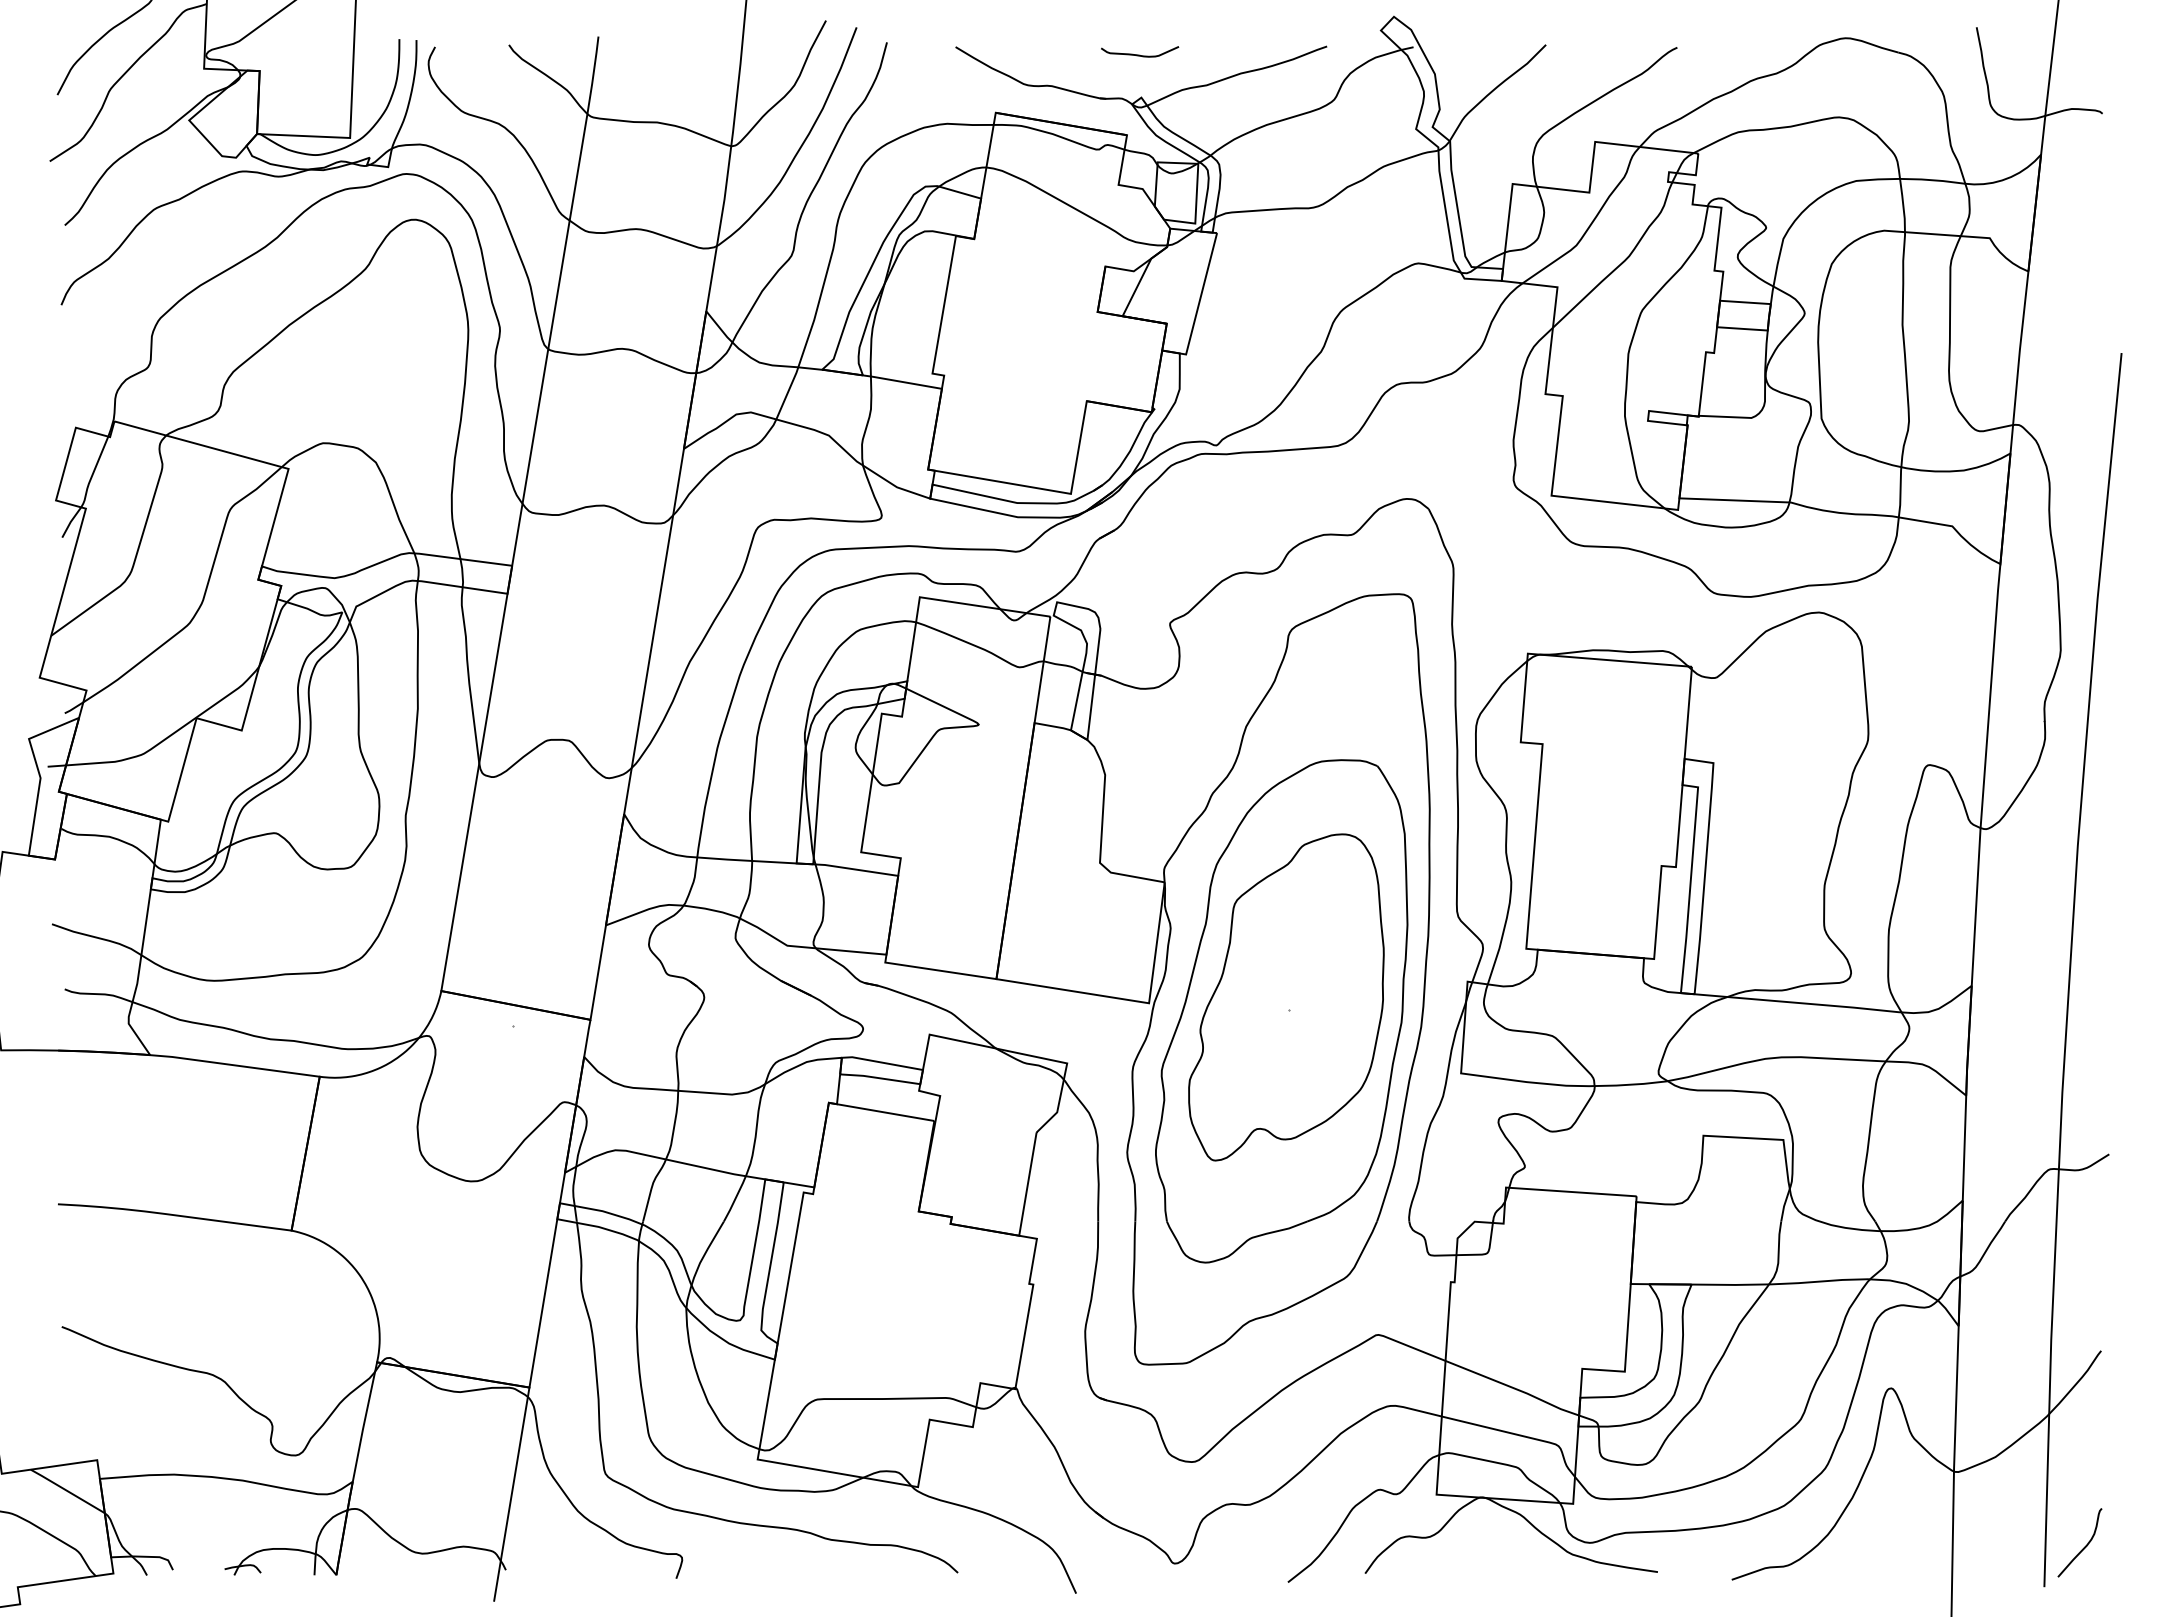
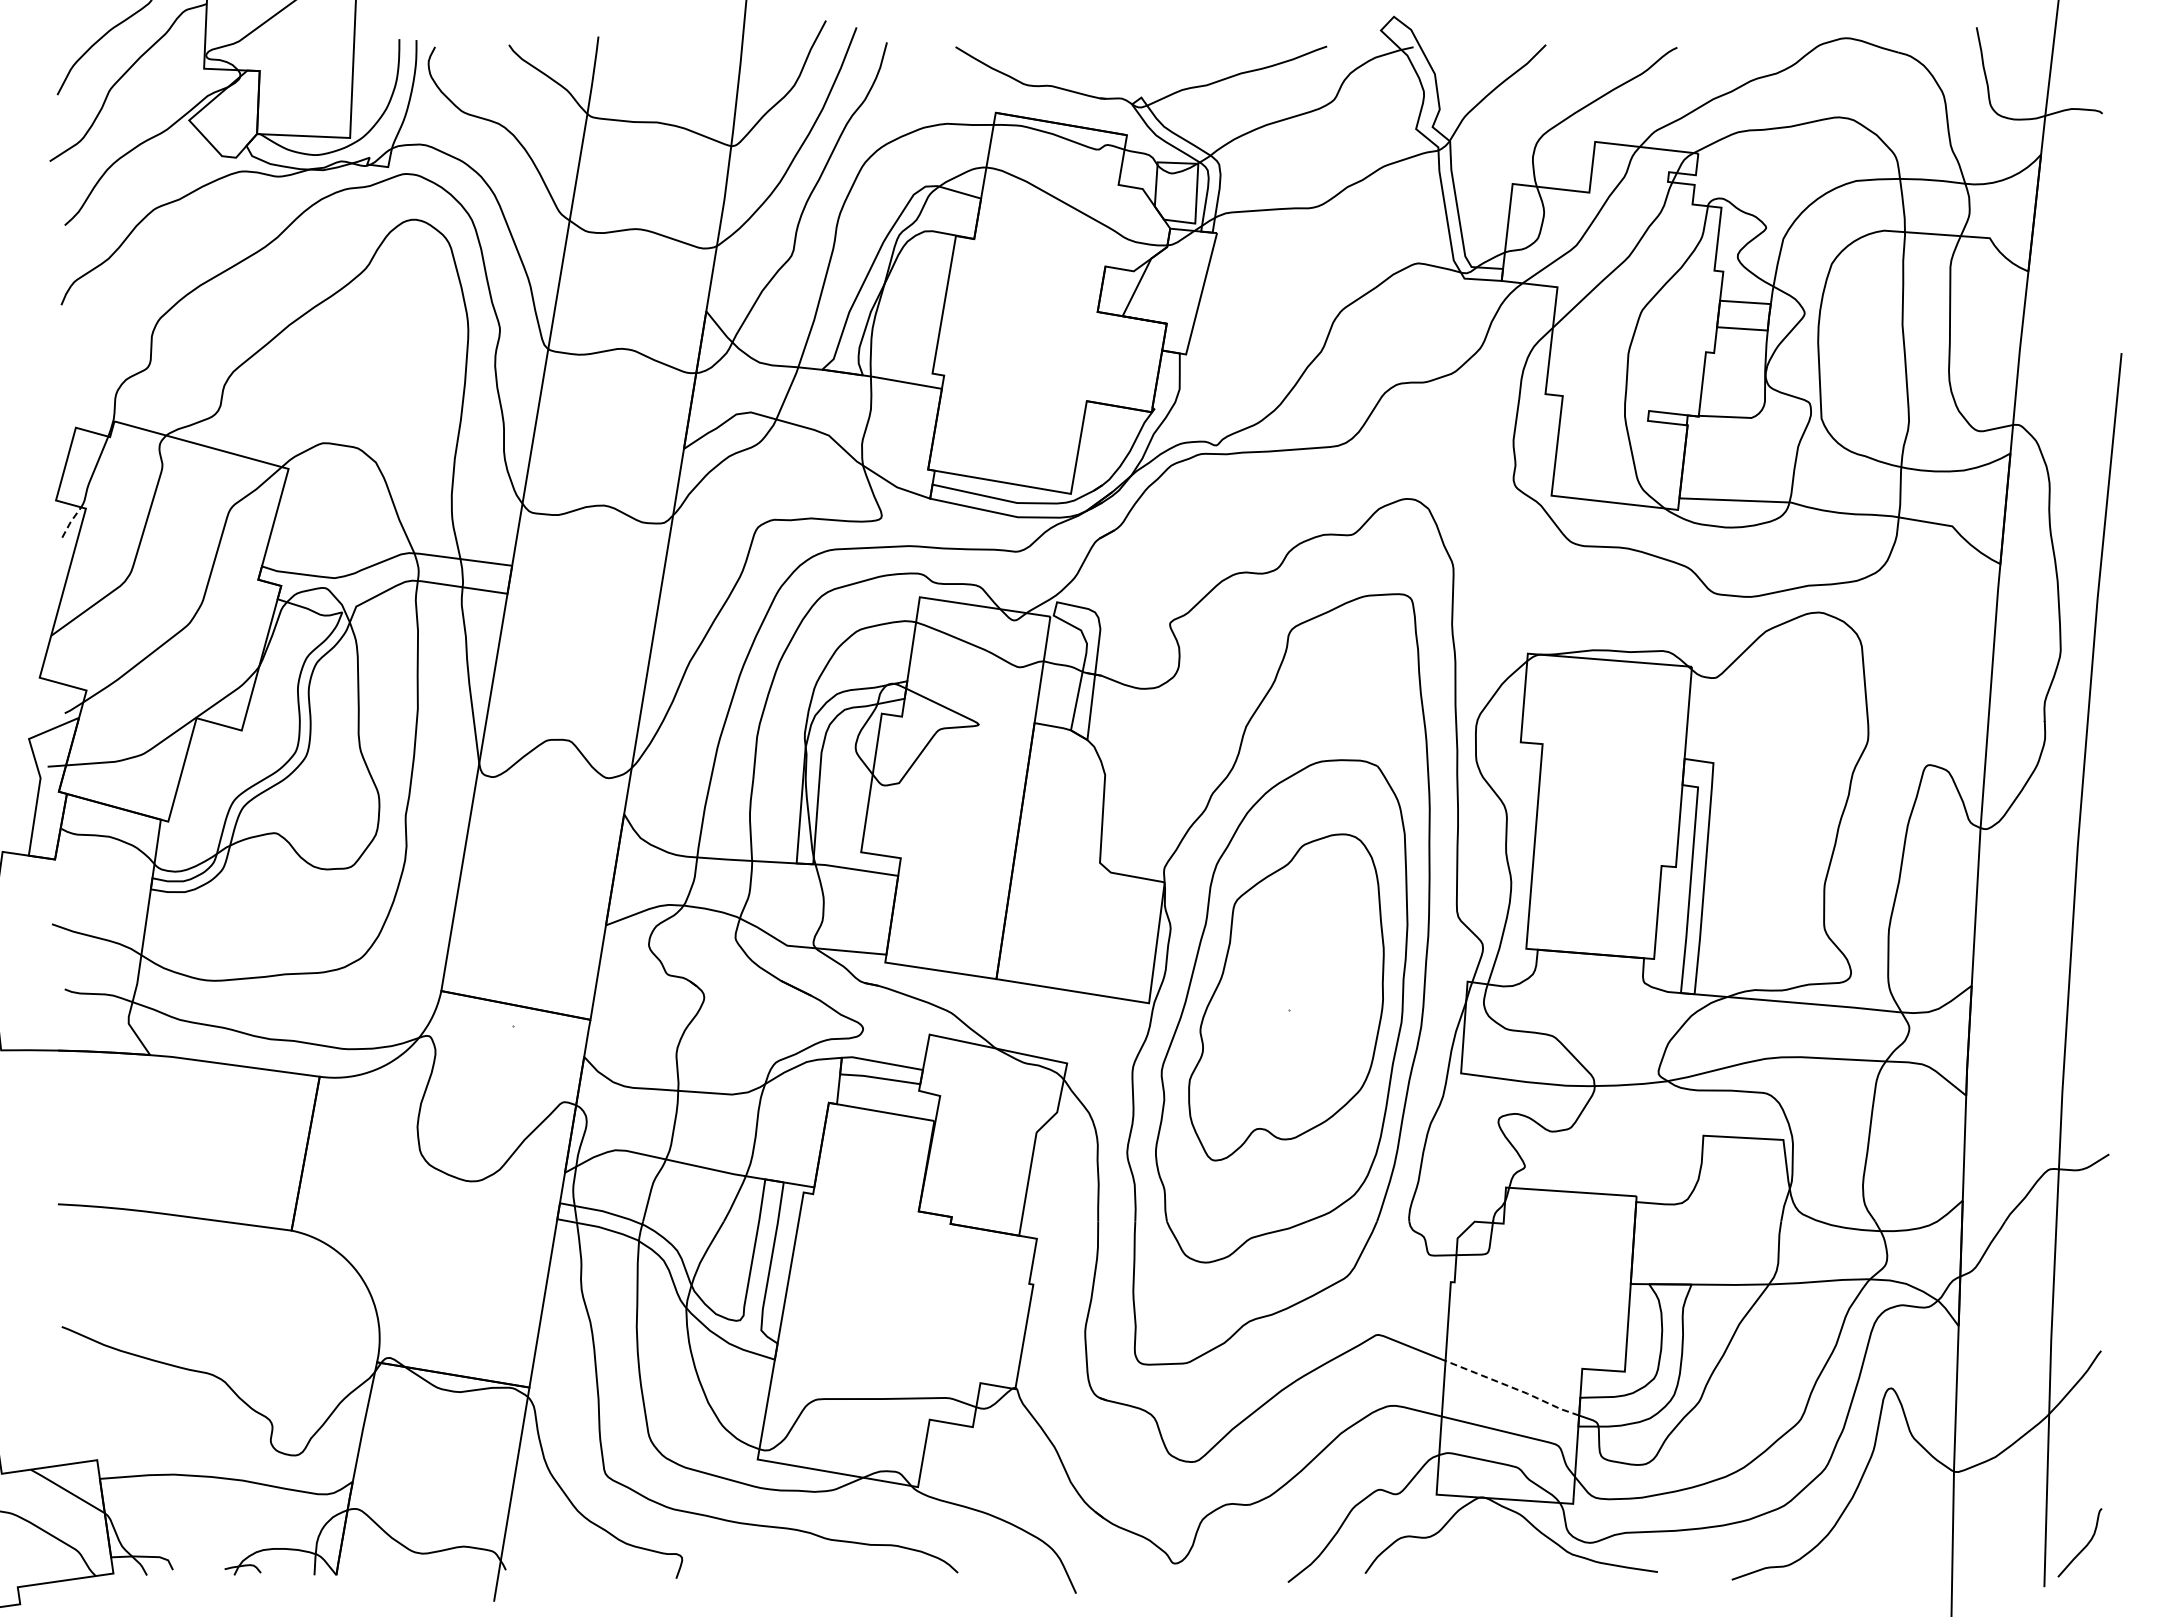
curve at (1139, 54): present -> none
line at (70, 521): solid -> dashed
line at (1513, 1388): solid -> dashed
